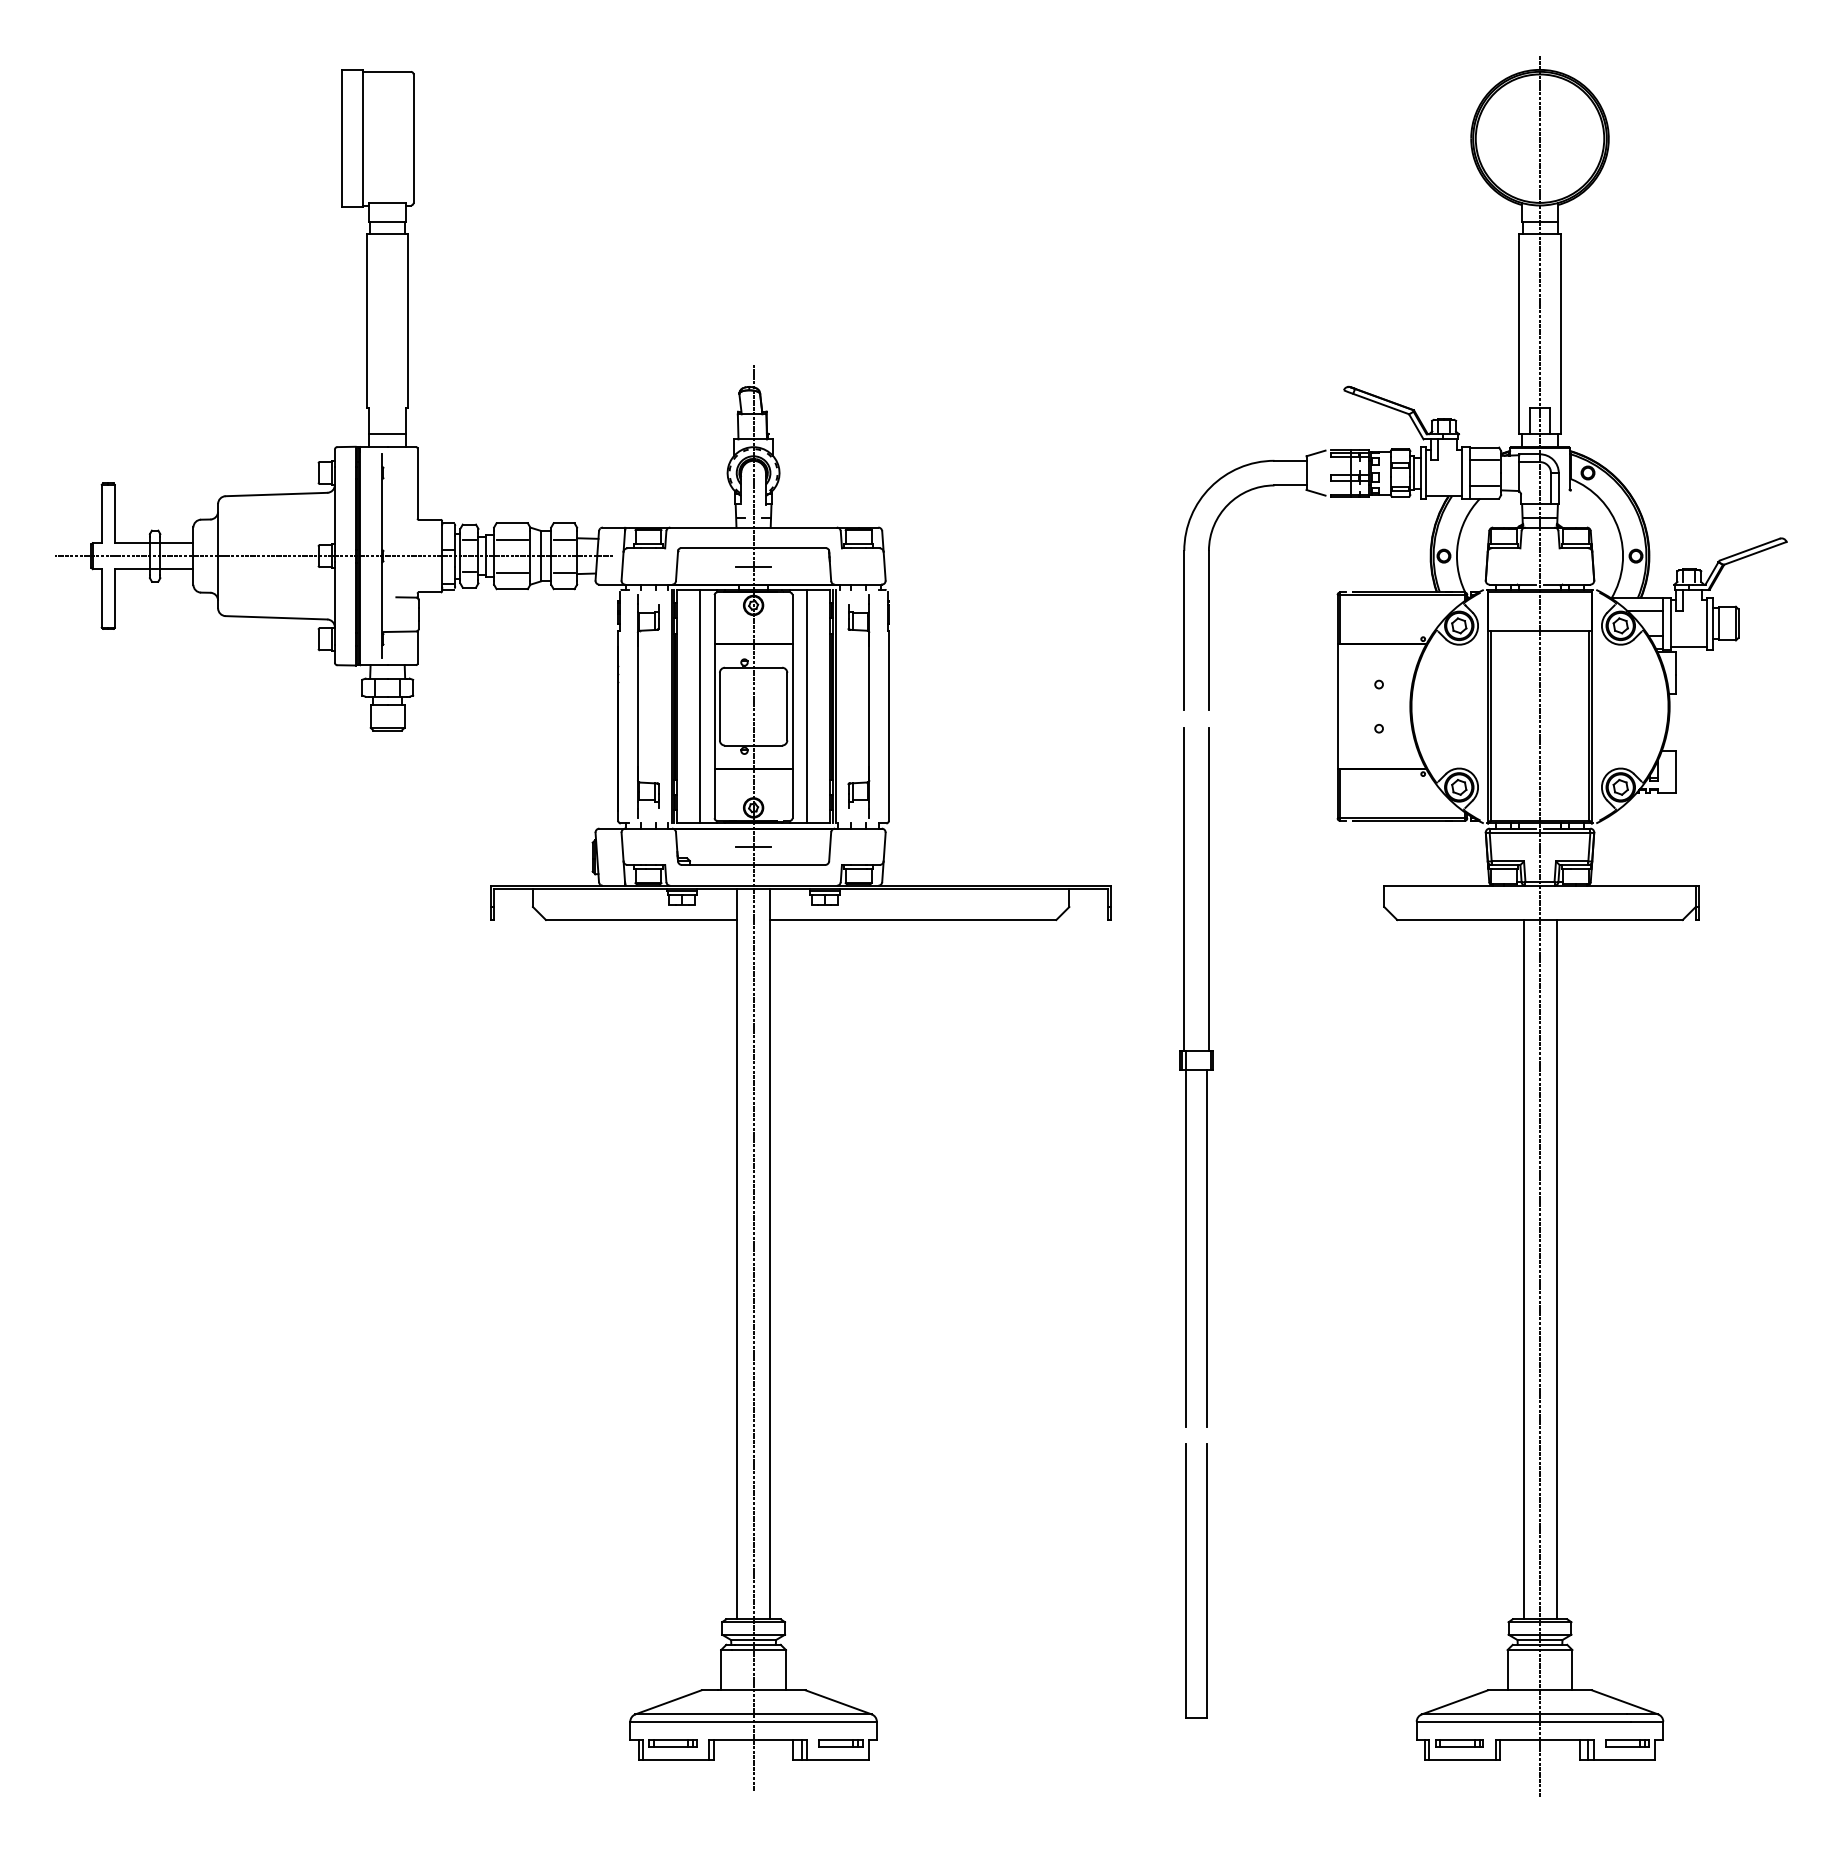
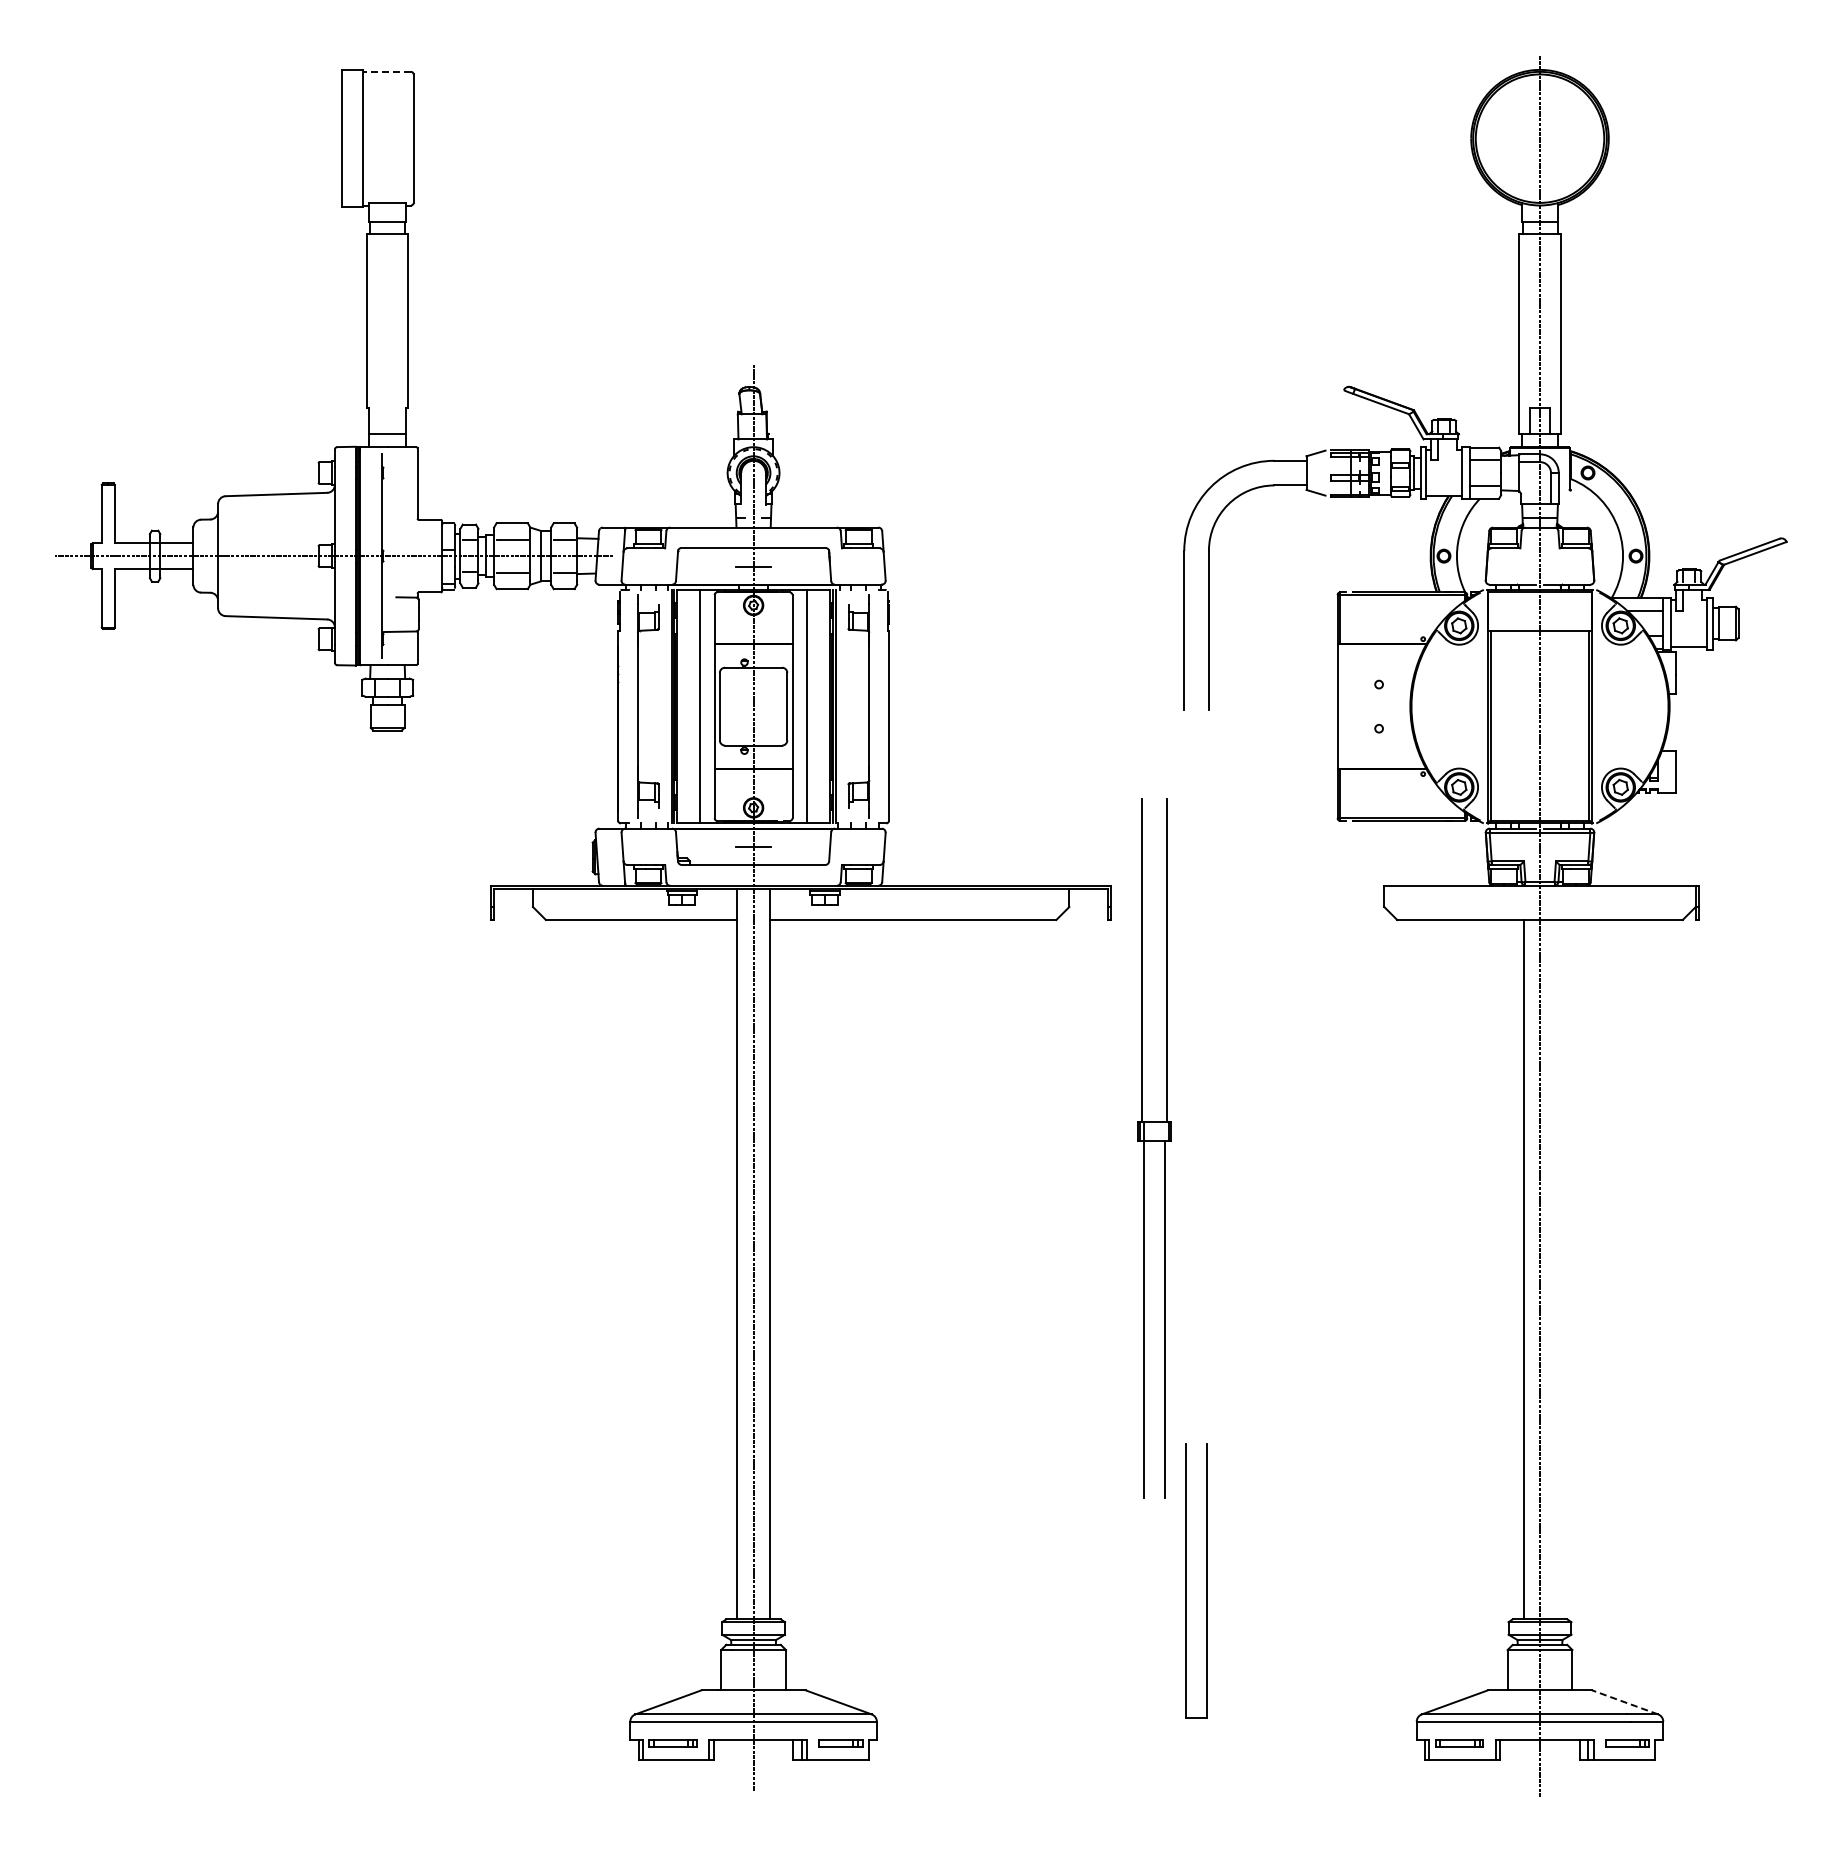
line at (386, 71): solid -> dashed
part at (1196, 1070) position: (1196, 1070) -> (1154, 1141)
line at (1556, 1269): present -> none
line at (1624, 1702): solid -> dashed
